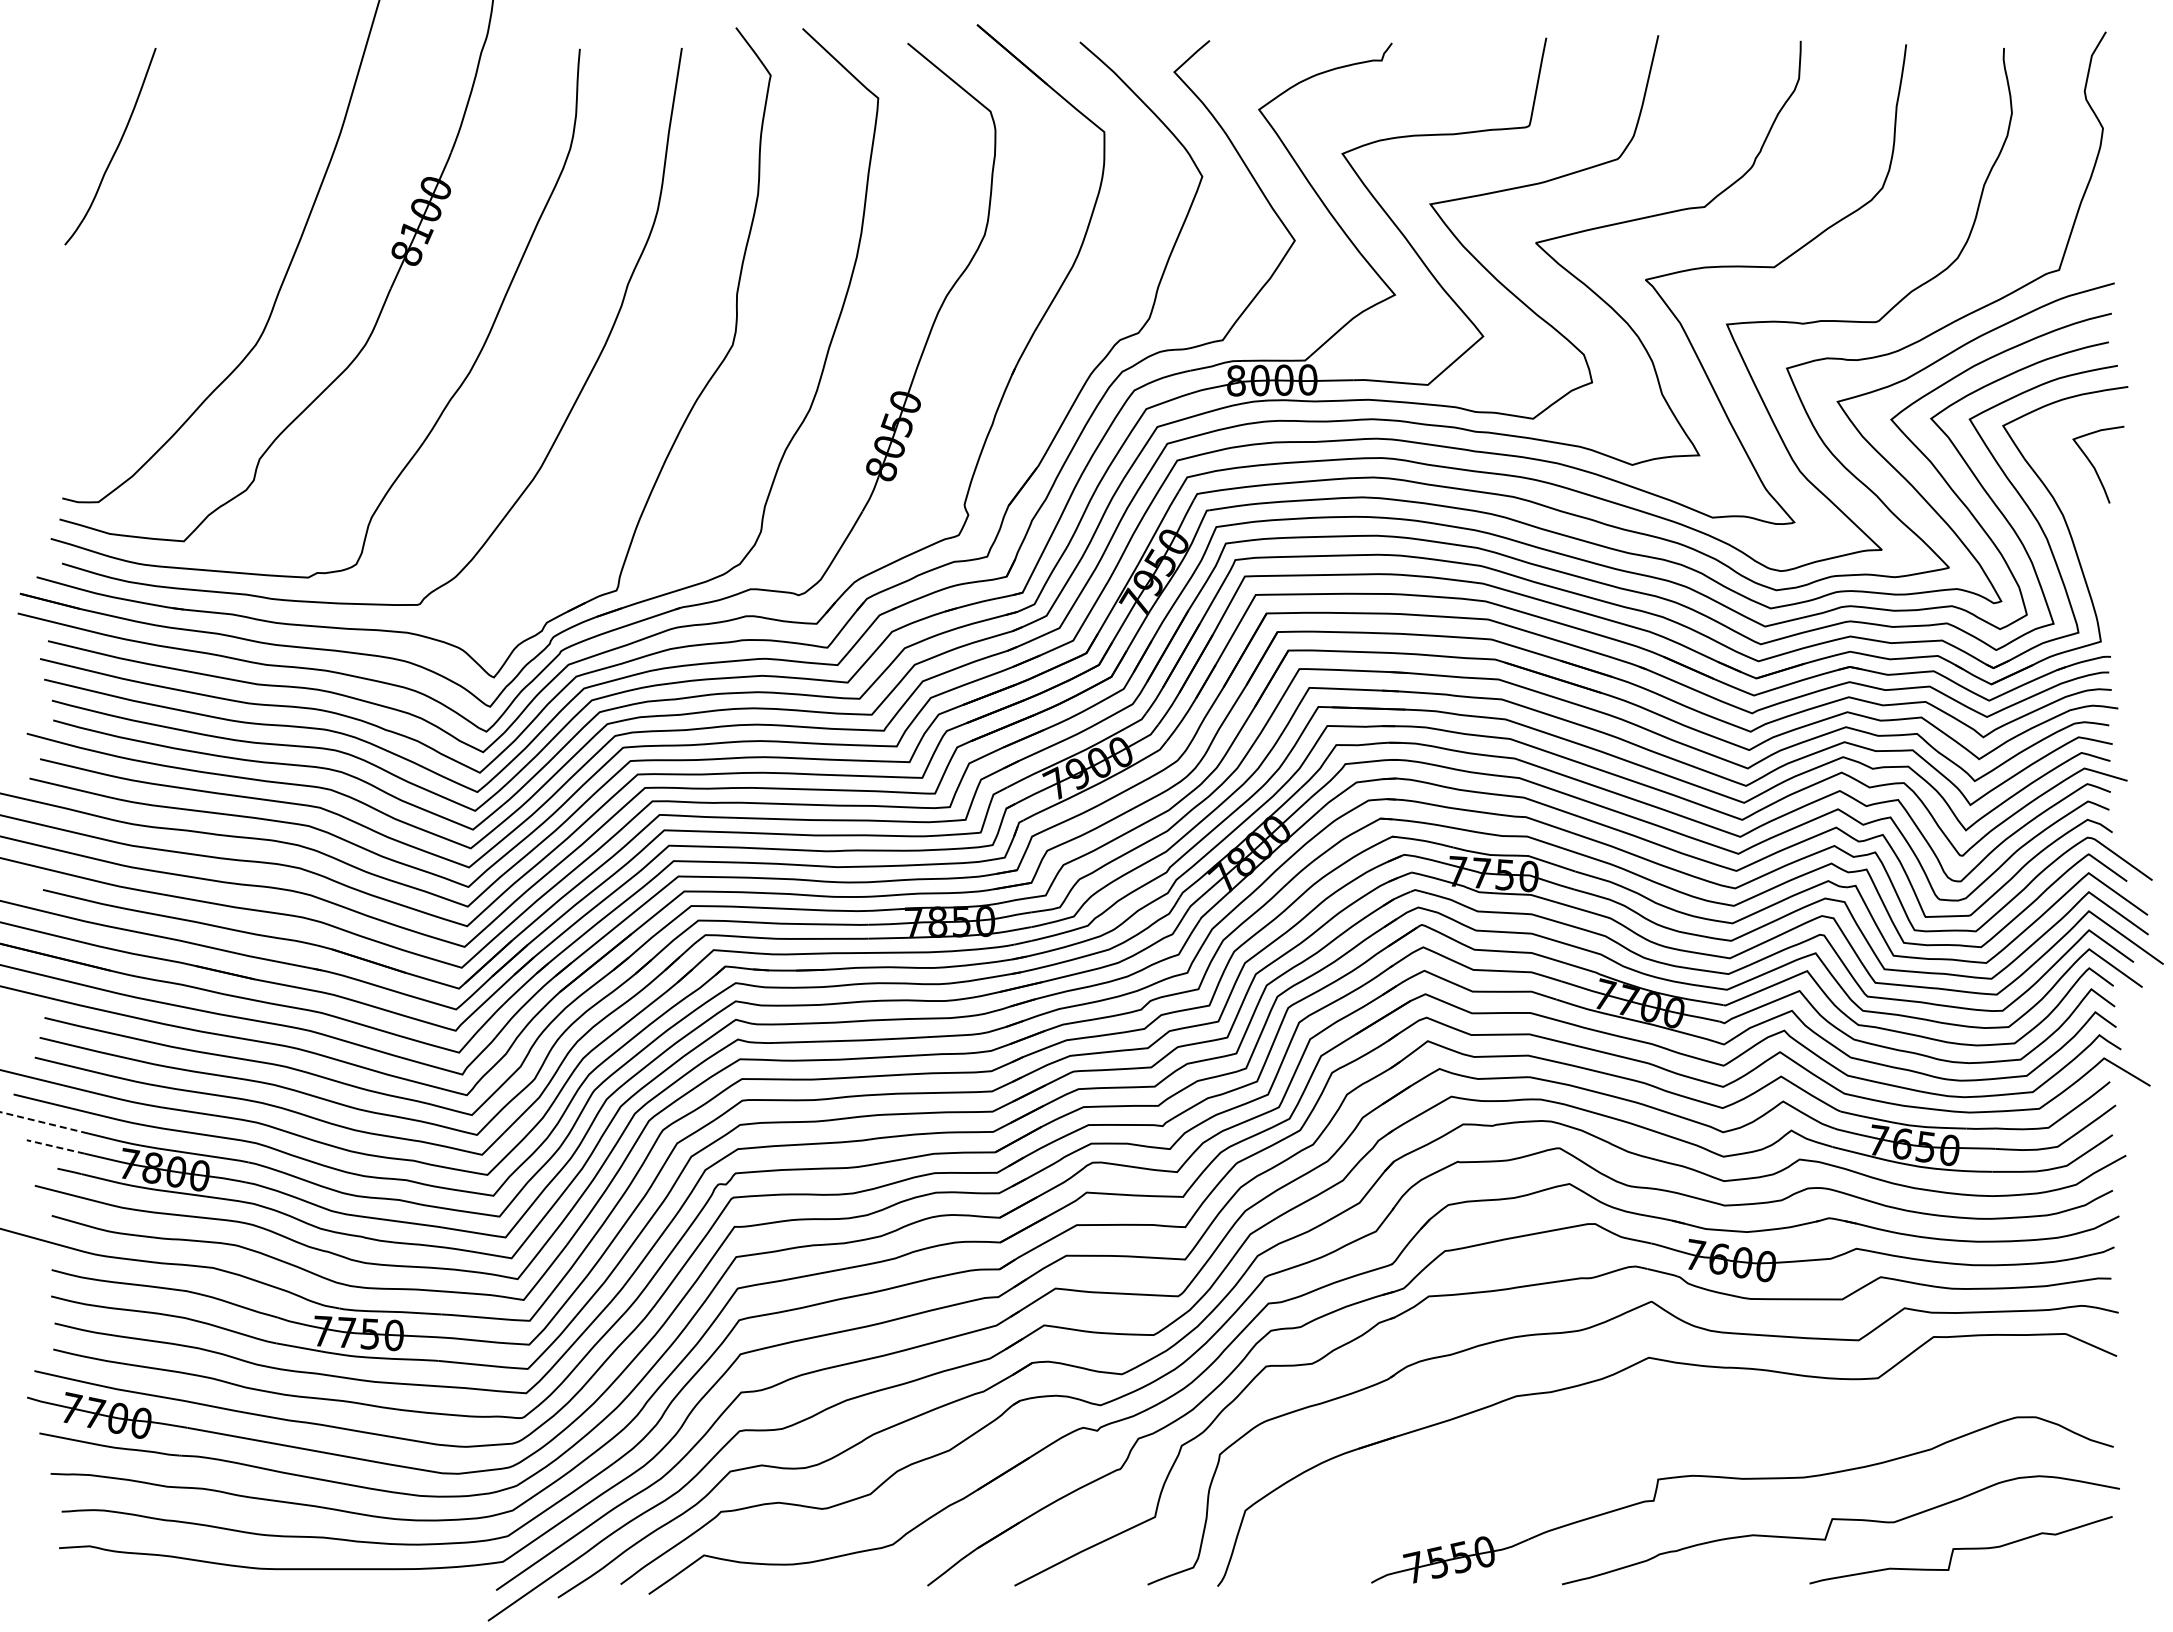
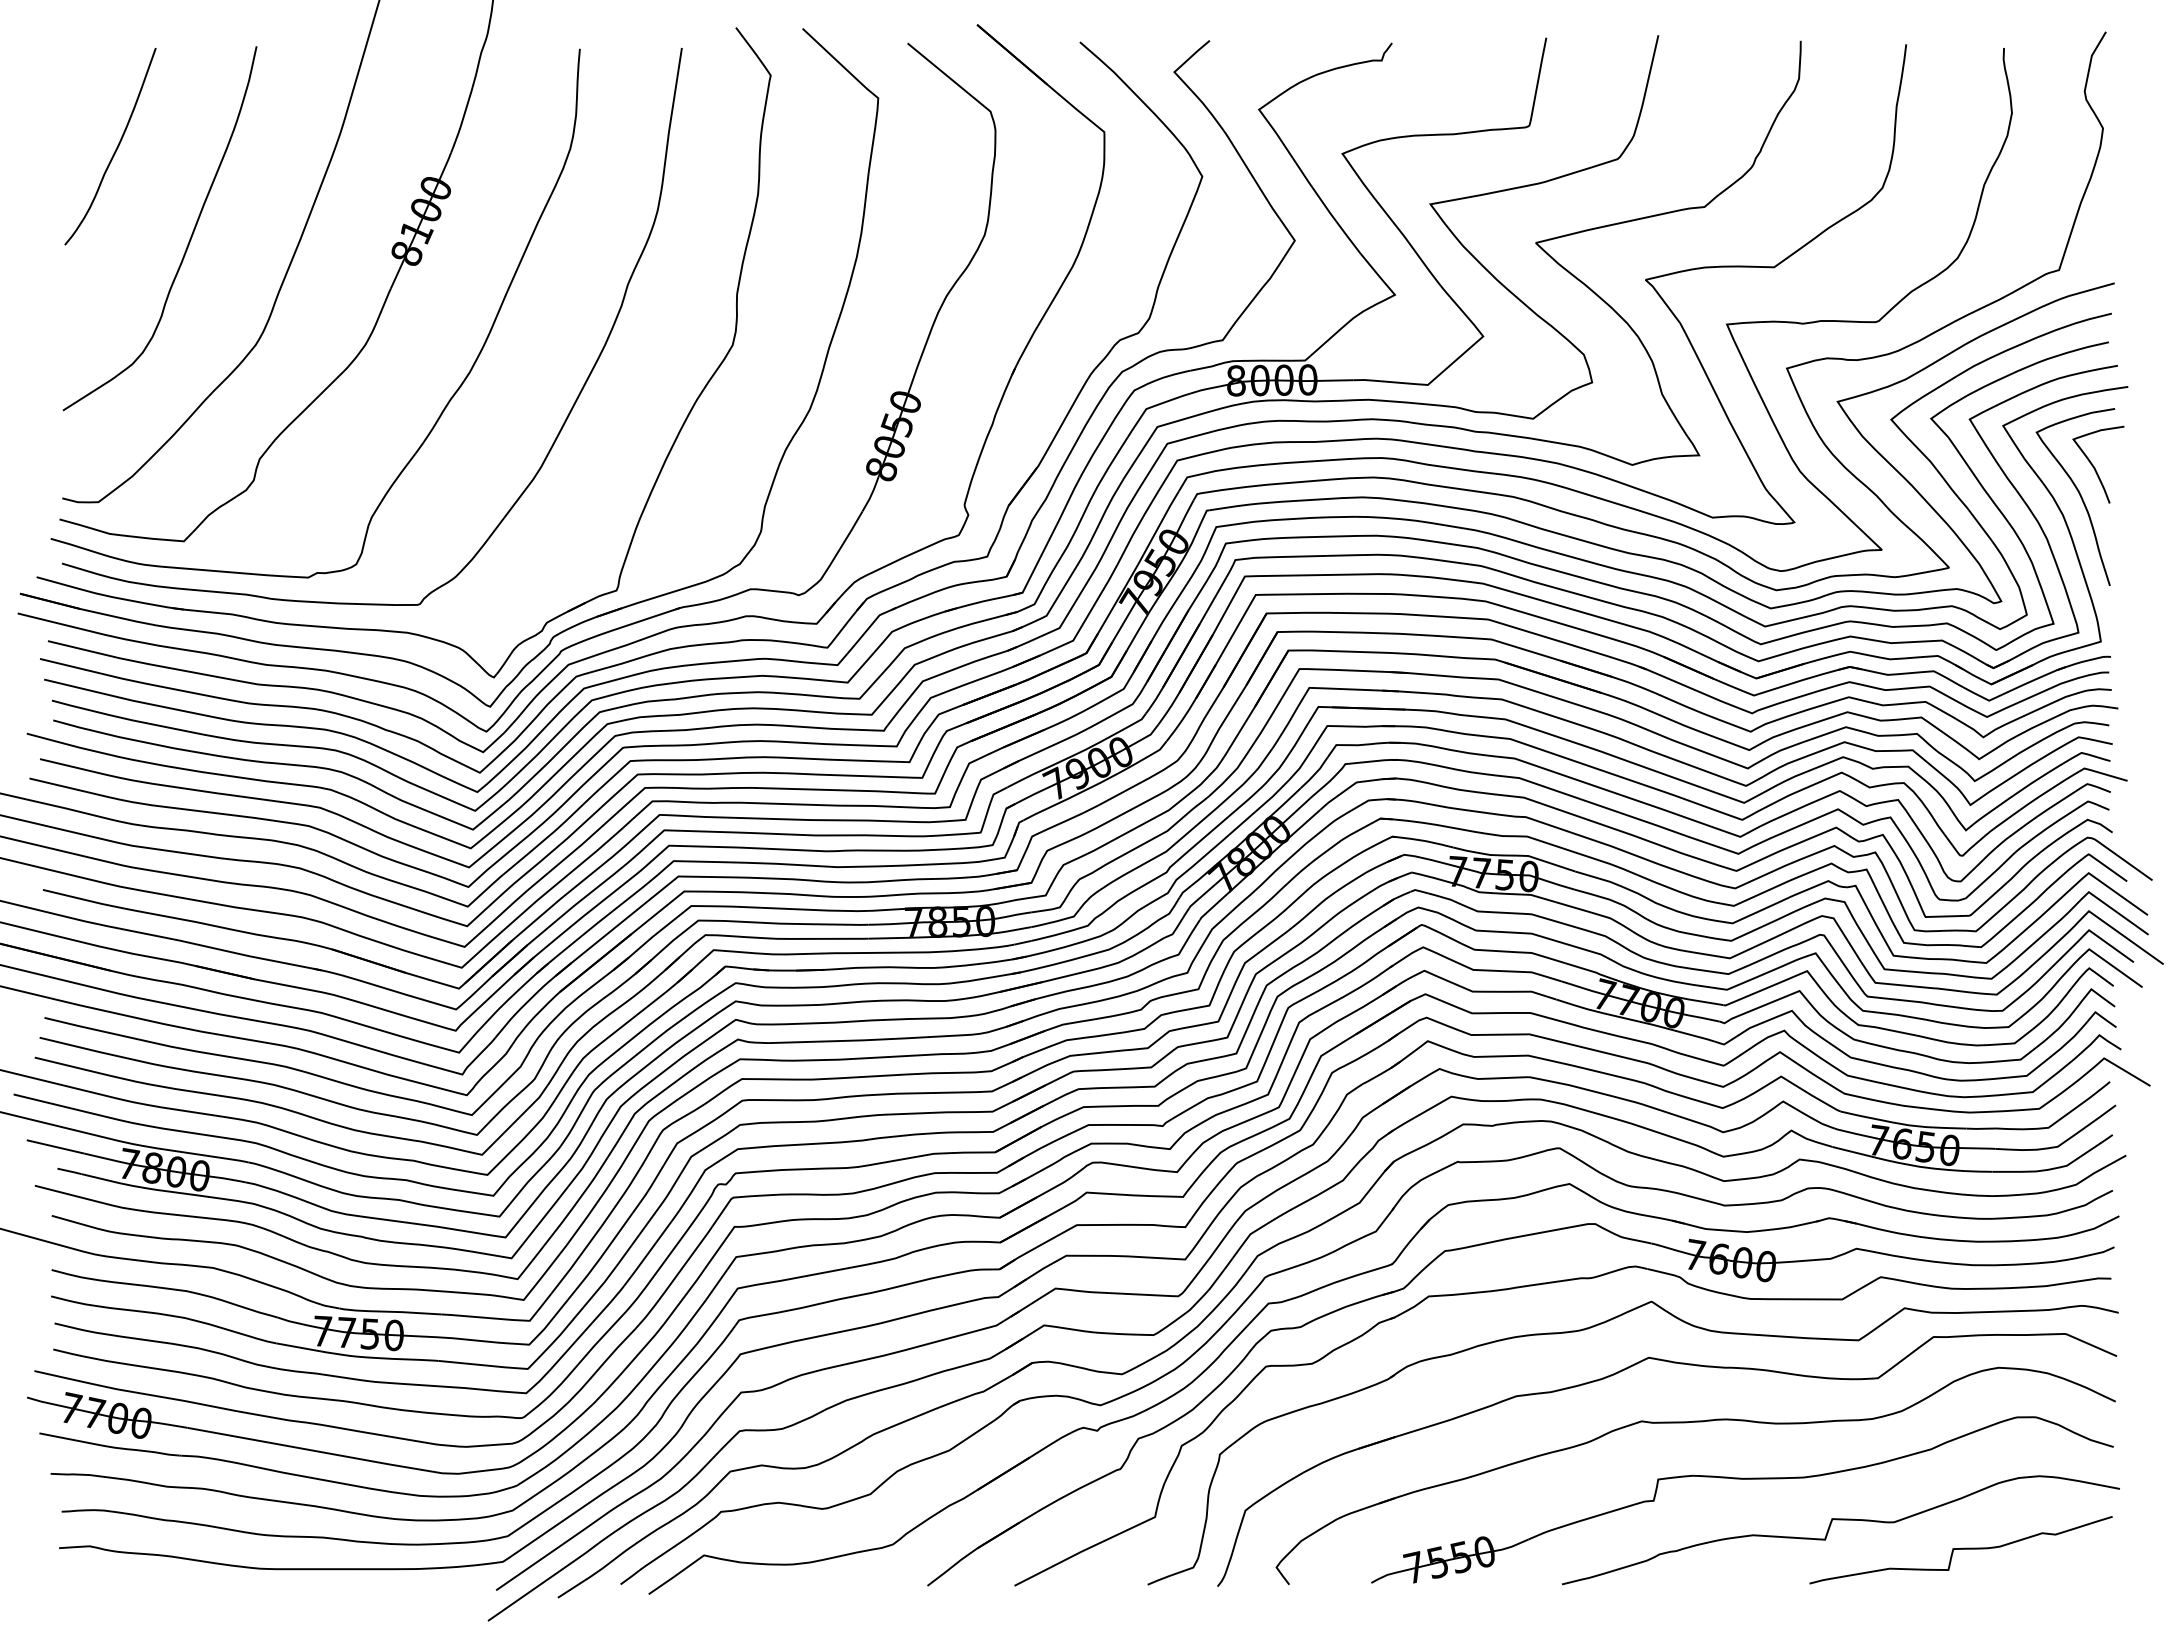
curve at (188, 241): none -> present
curve at (2079, 495): none -> present
line at (44, 1122): dashed -> solid
line at (55, 1146): dashed -> solid
part at (1687, 1423): none -> present
